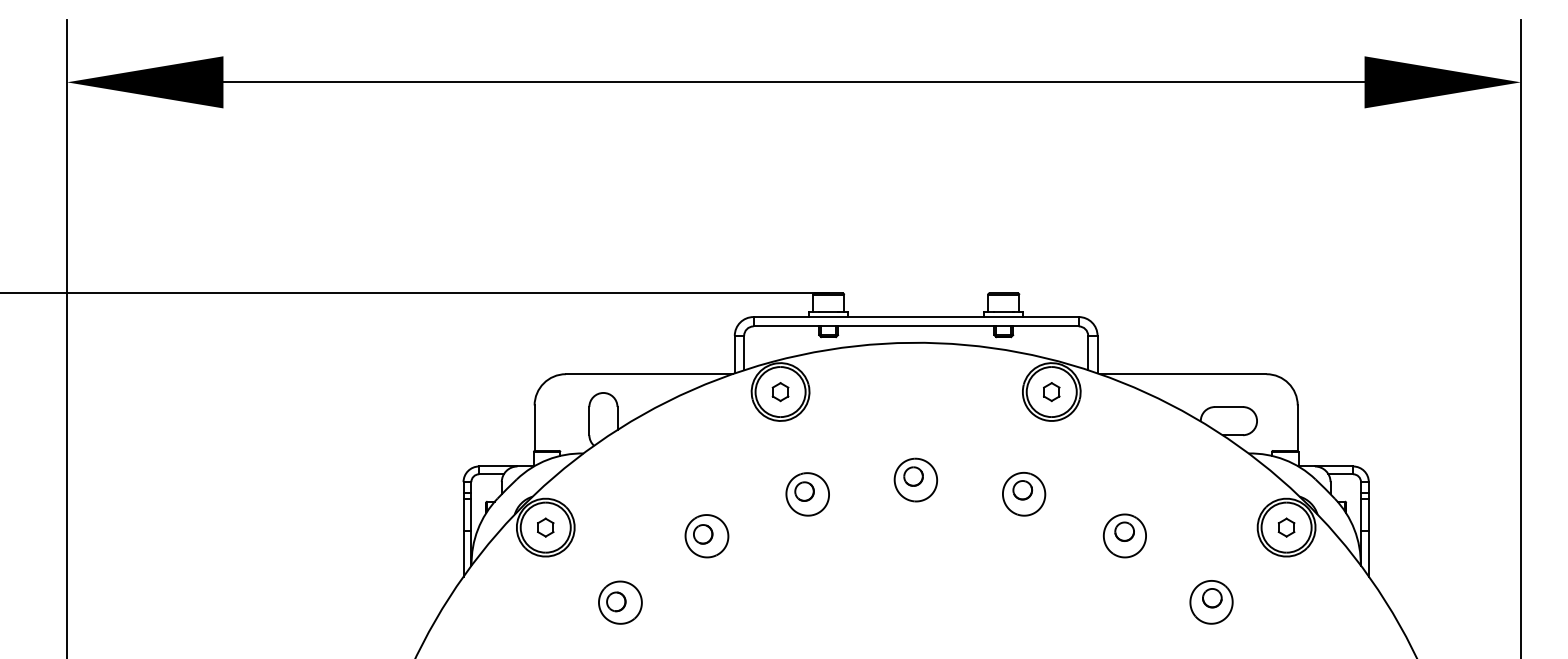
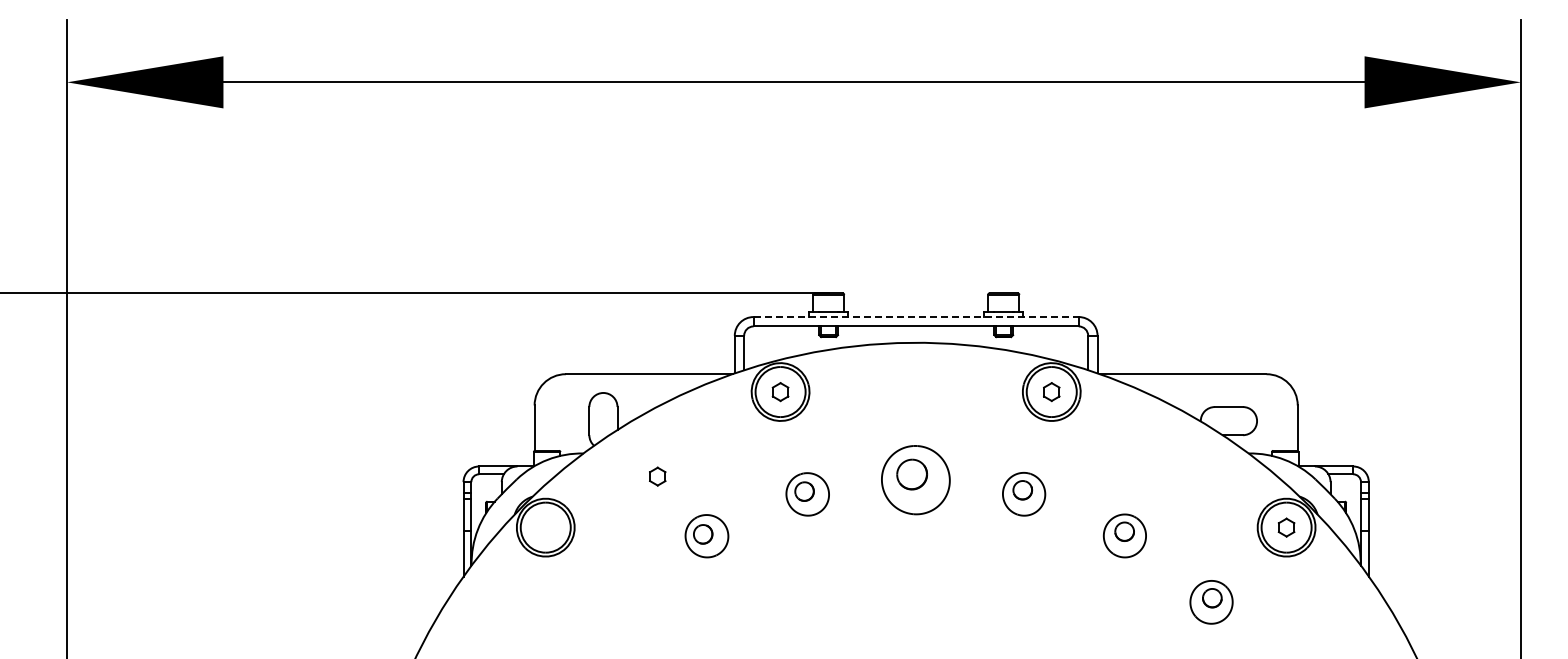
line at (916, 317): solid -> dashed
part at (915, 479) size: 46x46 px -> 70x71 px
part at (545, 527) position: (545, 527) -> (657, 476)
part at (620, 602): present -> none
